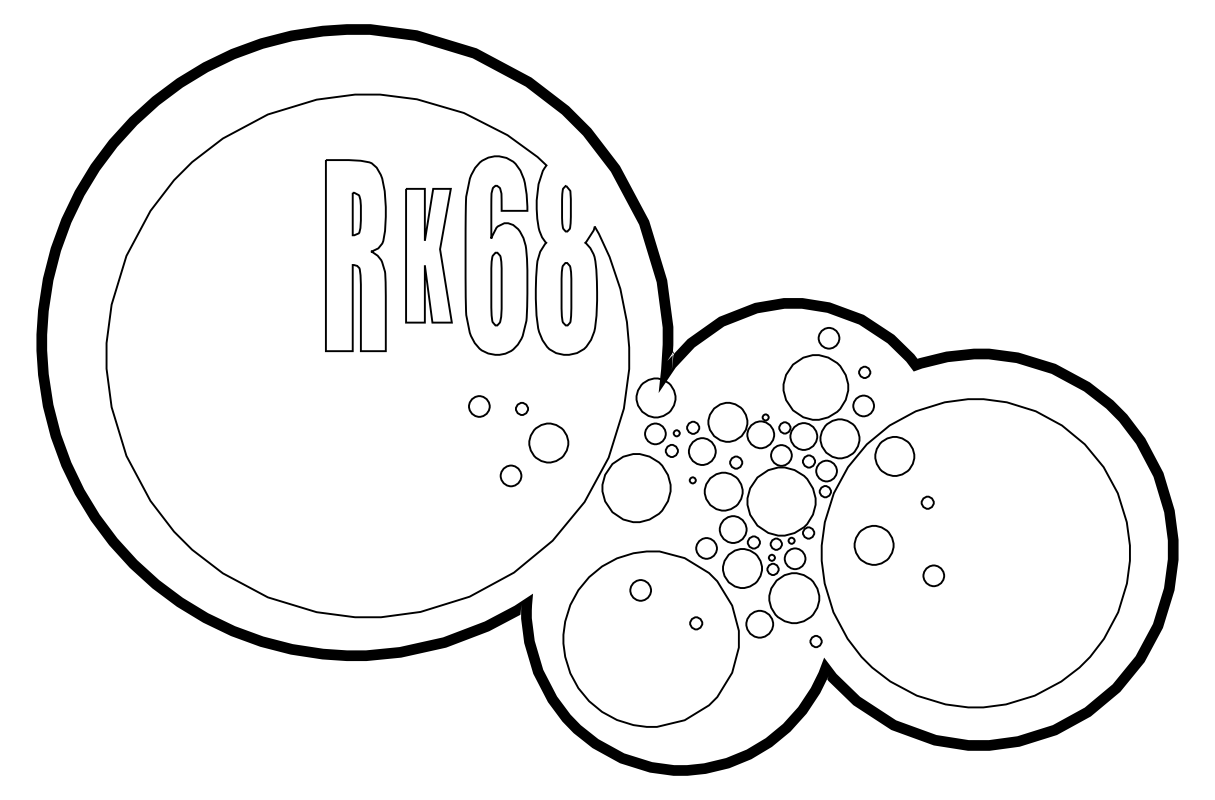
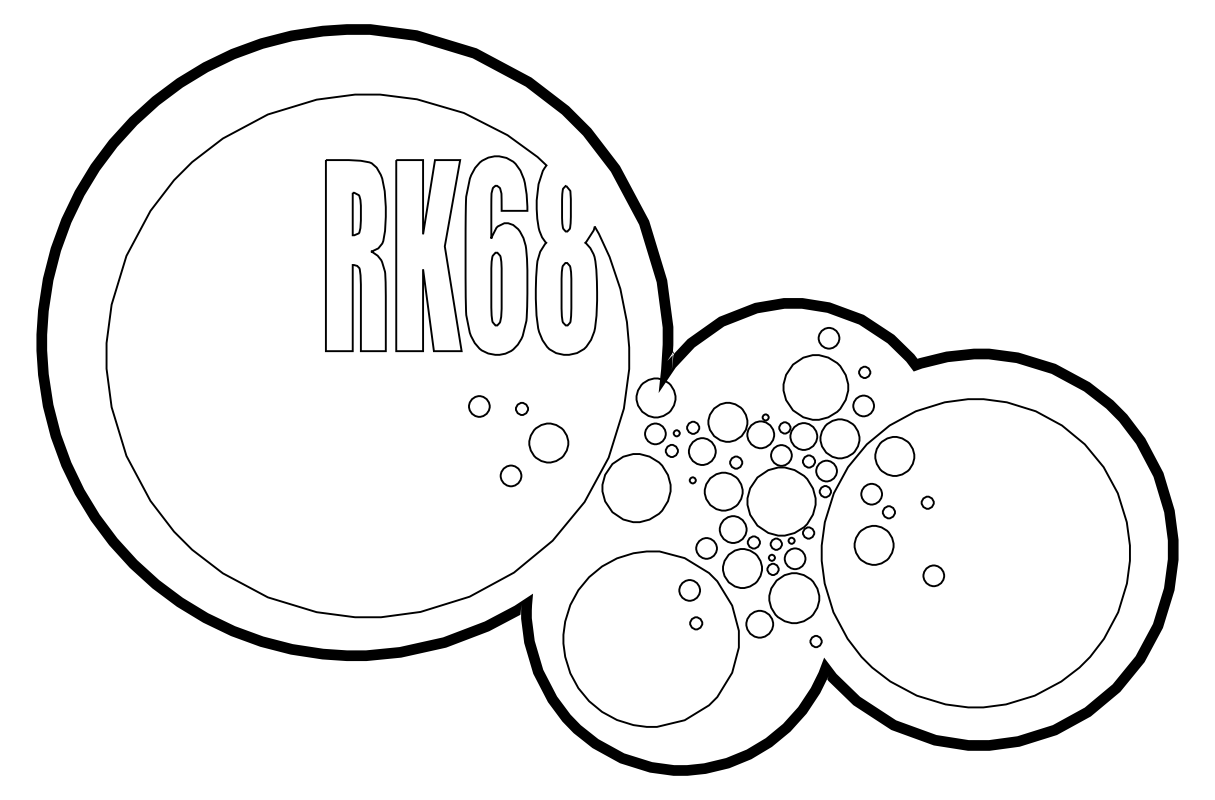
part at (428, 255) size: 48x136 px -> 68x194 px
part at (877, 501): none -> present
part at (640, 590) position: (640, 590) -> (689, 590)
